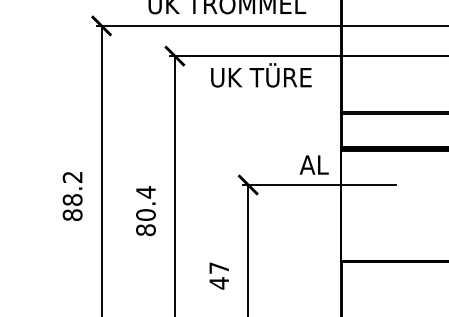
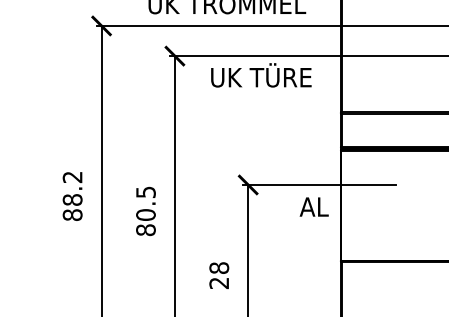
text at (313, 164) position: (313, 164) -> (313, 206)
text at (145, 192): 80.4 -> 80.5
text at (219, 275): 47 -> 28
